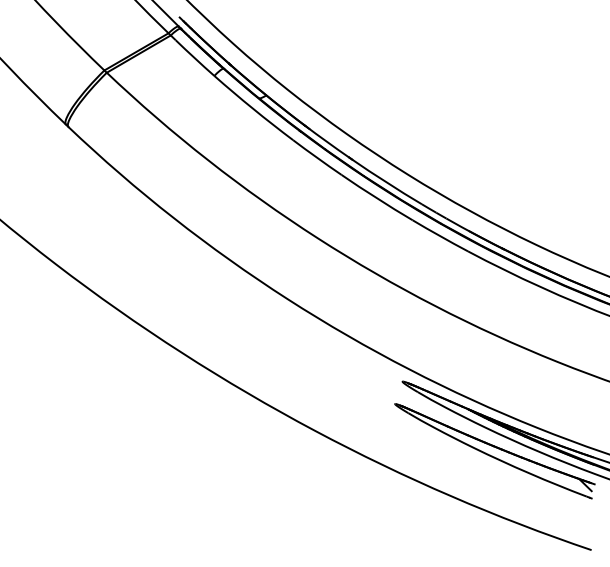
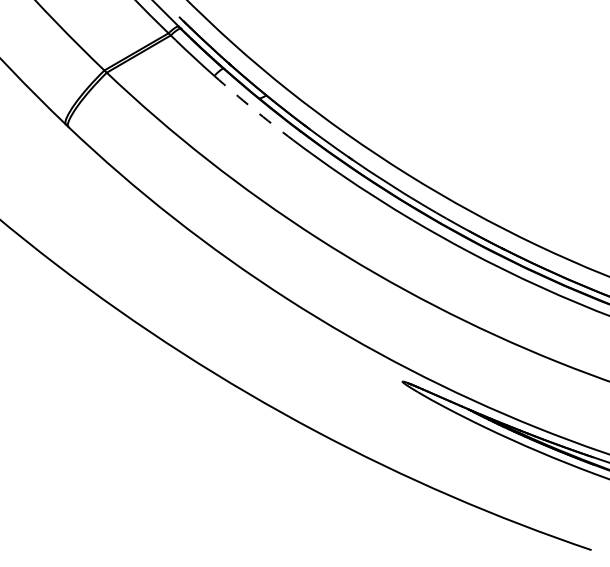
arc at (253, 108): solid -> dashed
part at (494, 451): present -> none
